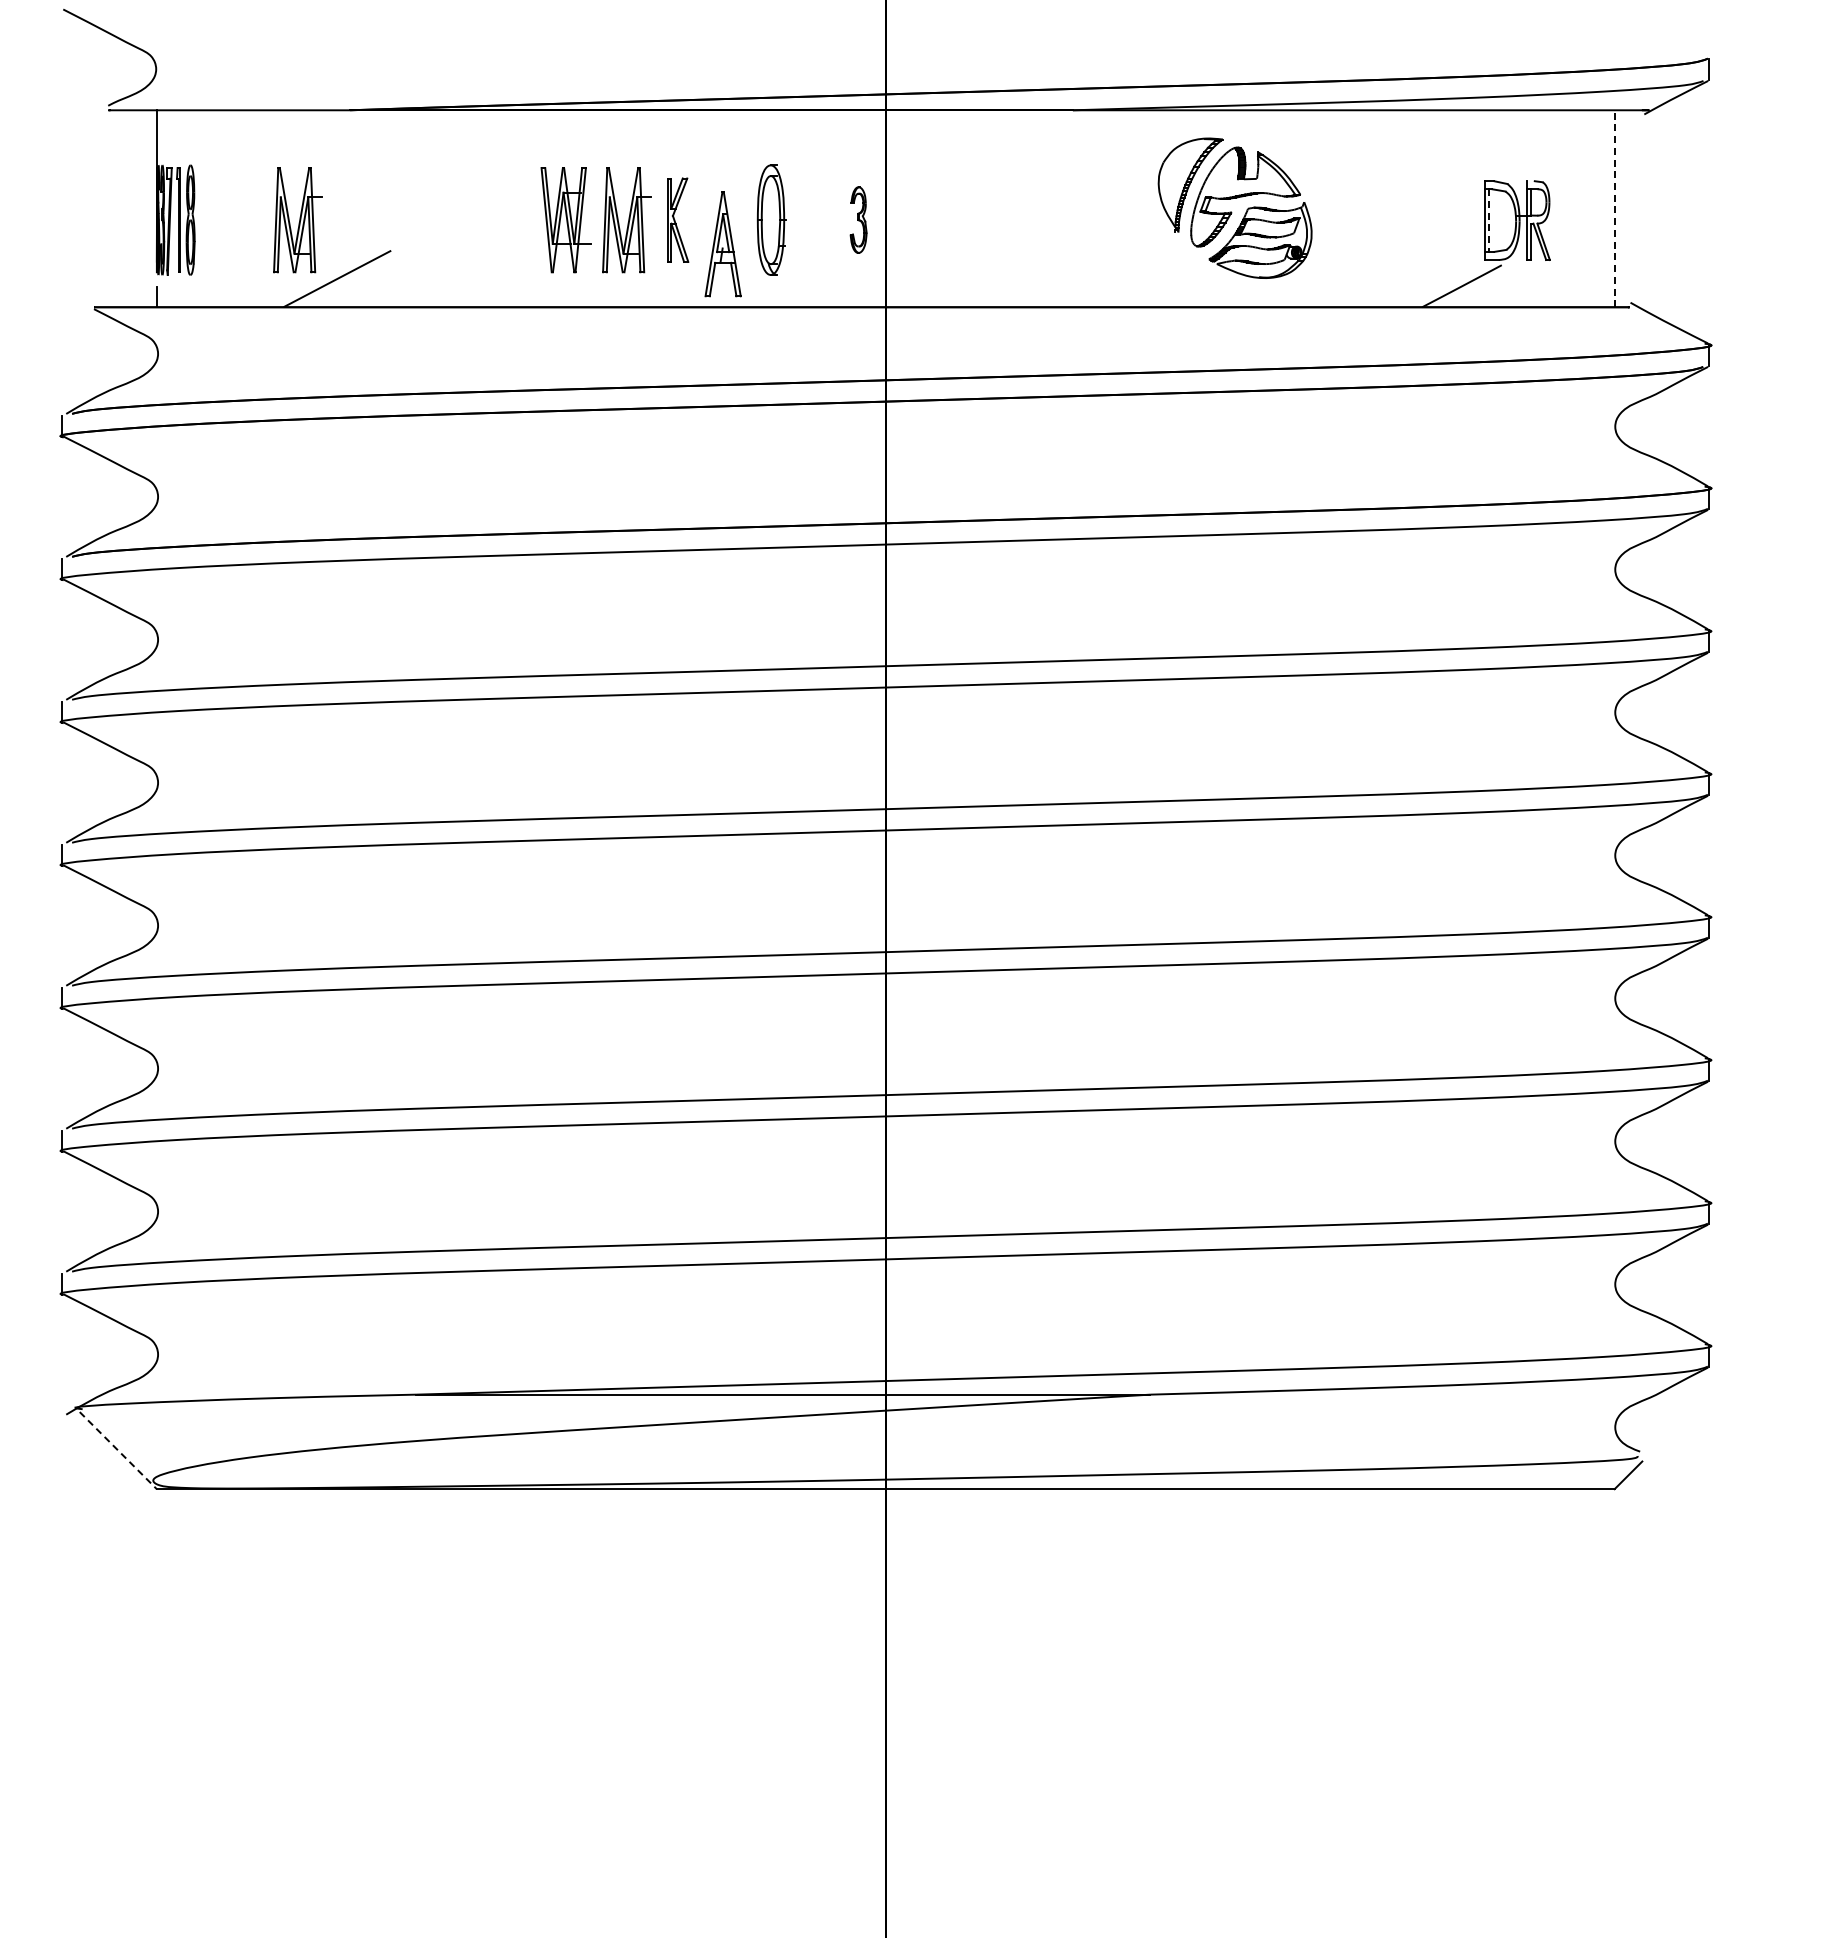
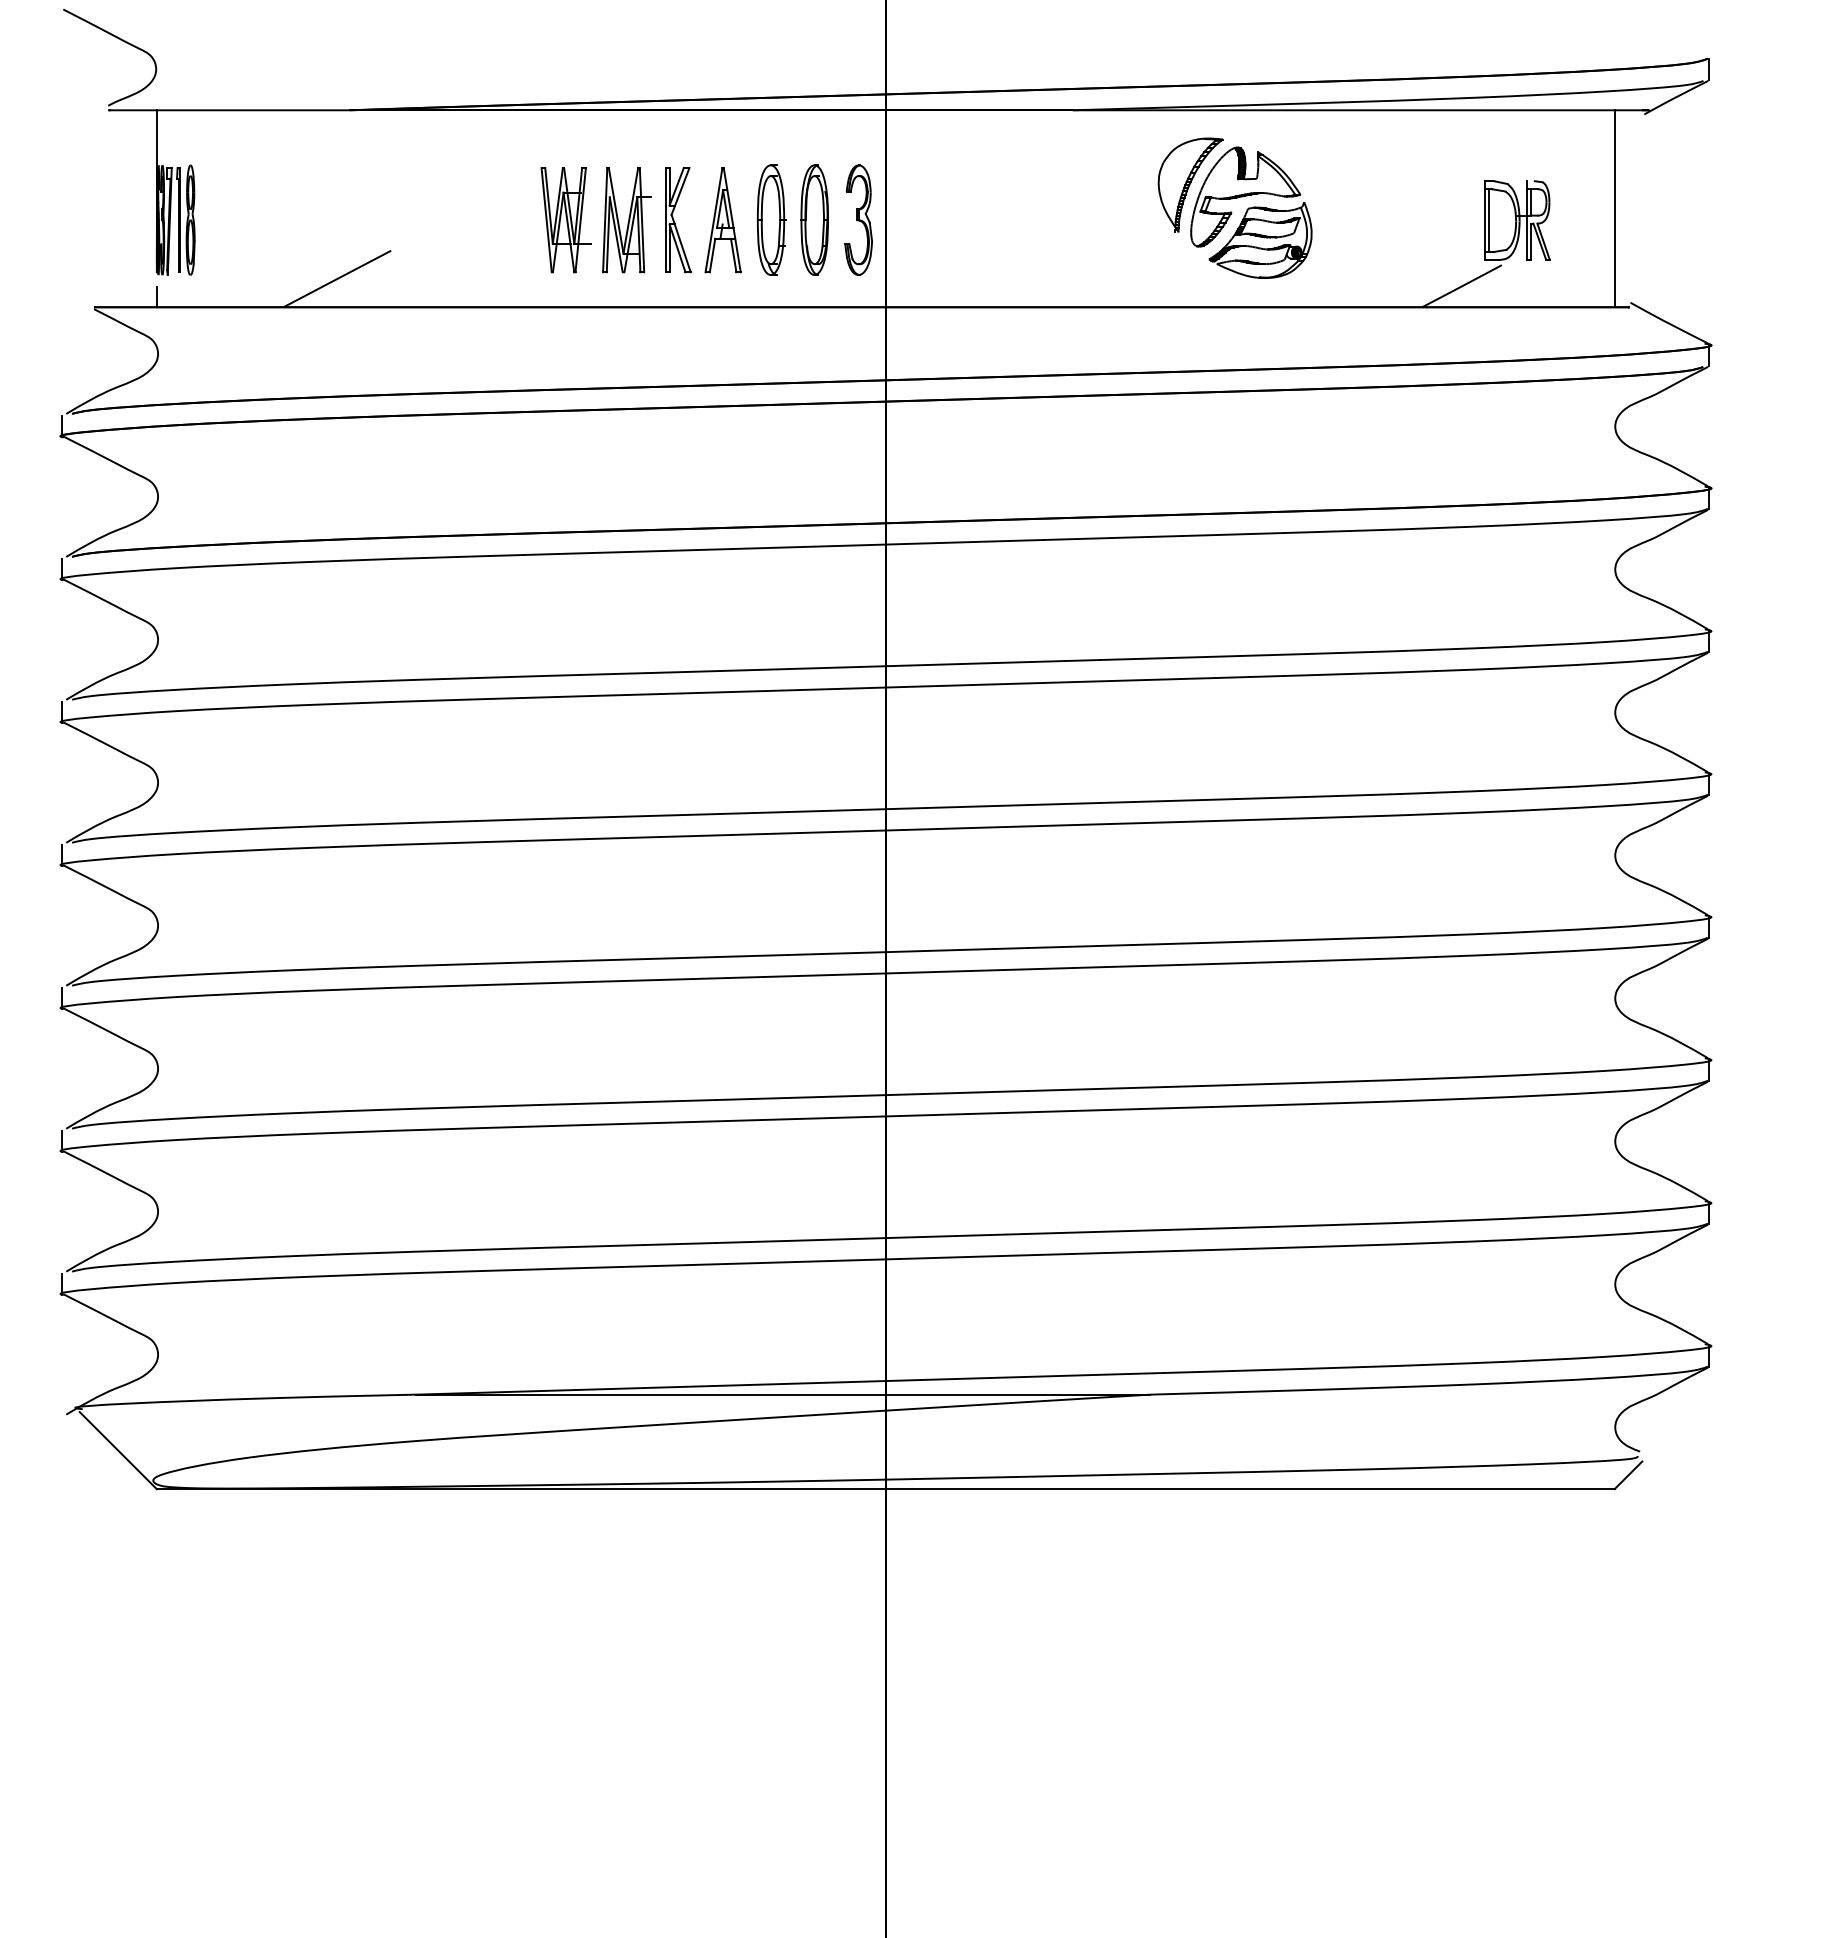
line at (1614, 208): dashed -> solid
part at (678, 219) size: 23x86 px -> 27x107 px
part at (814, 219): none -> present
part at (858, 219) size: 19x68 px -> 29x112 px
part at (297, 220): present -> none
line at (1489, 221): dashed -> solid
part at (722, 244) position: (722, 244) -> (722, 220)
line at (118, 1450): dashed -> solid
